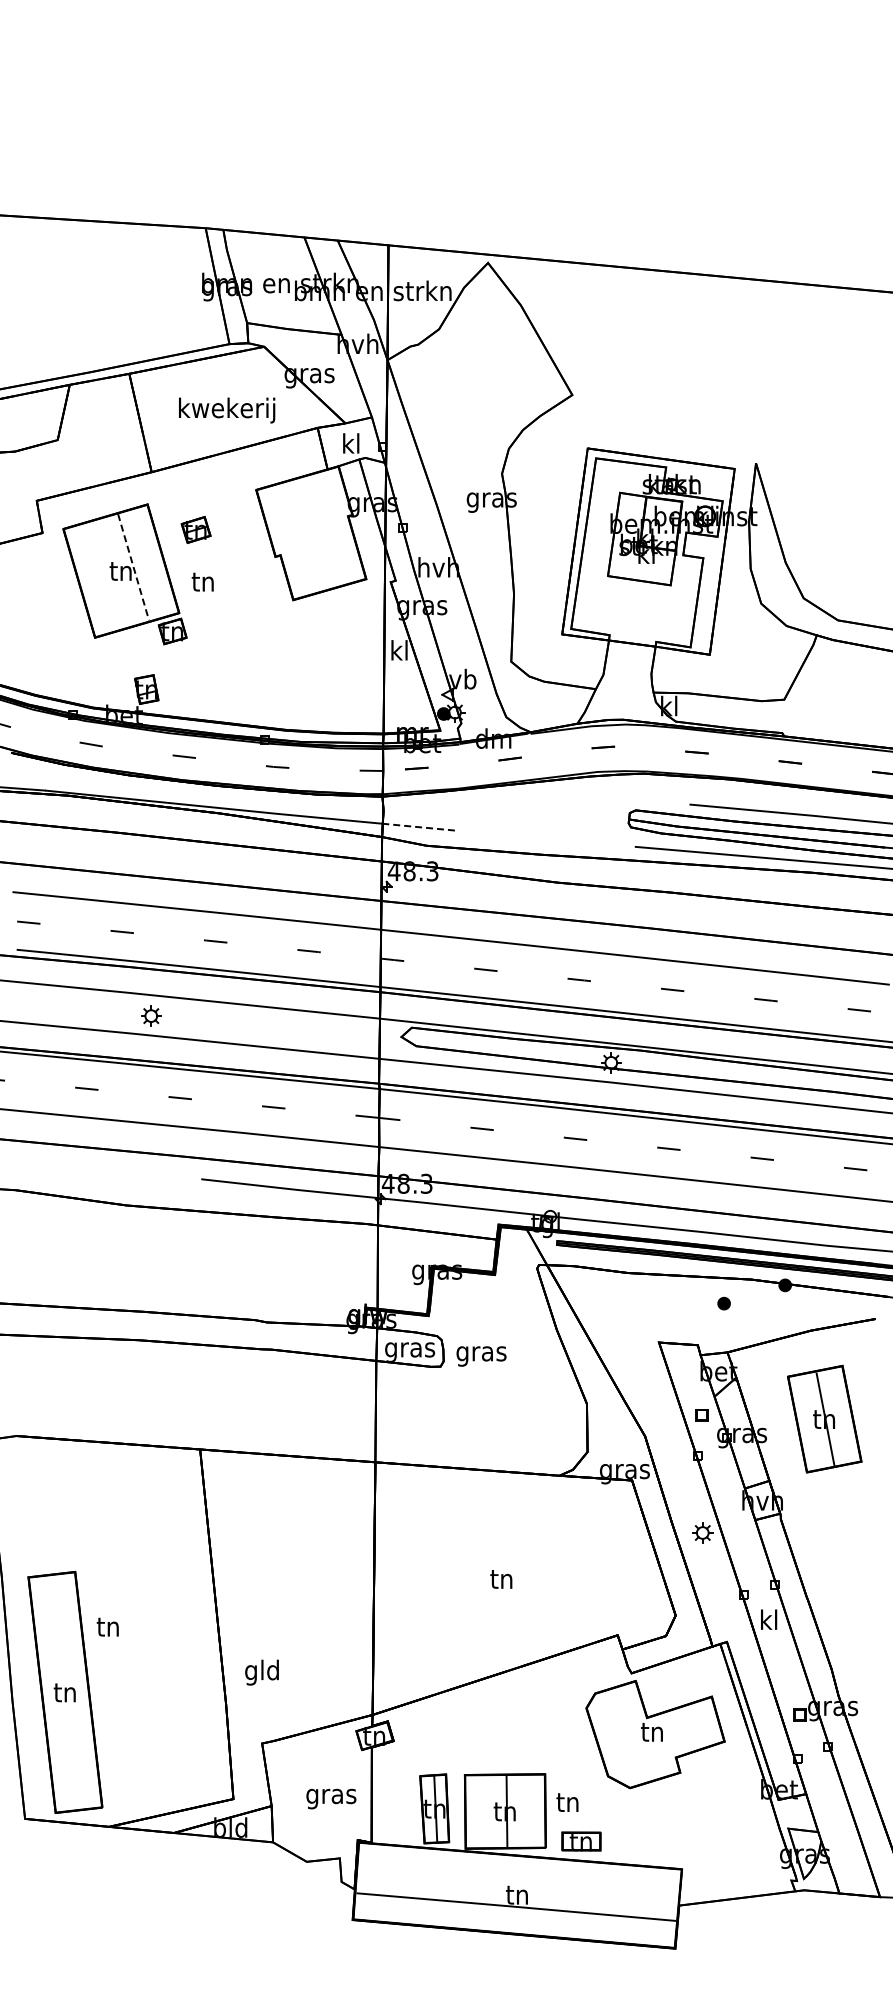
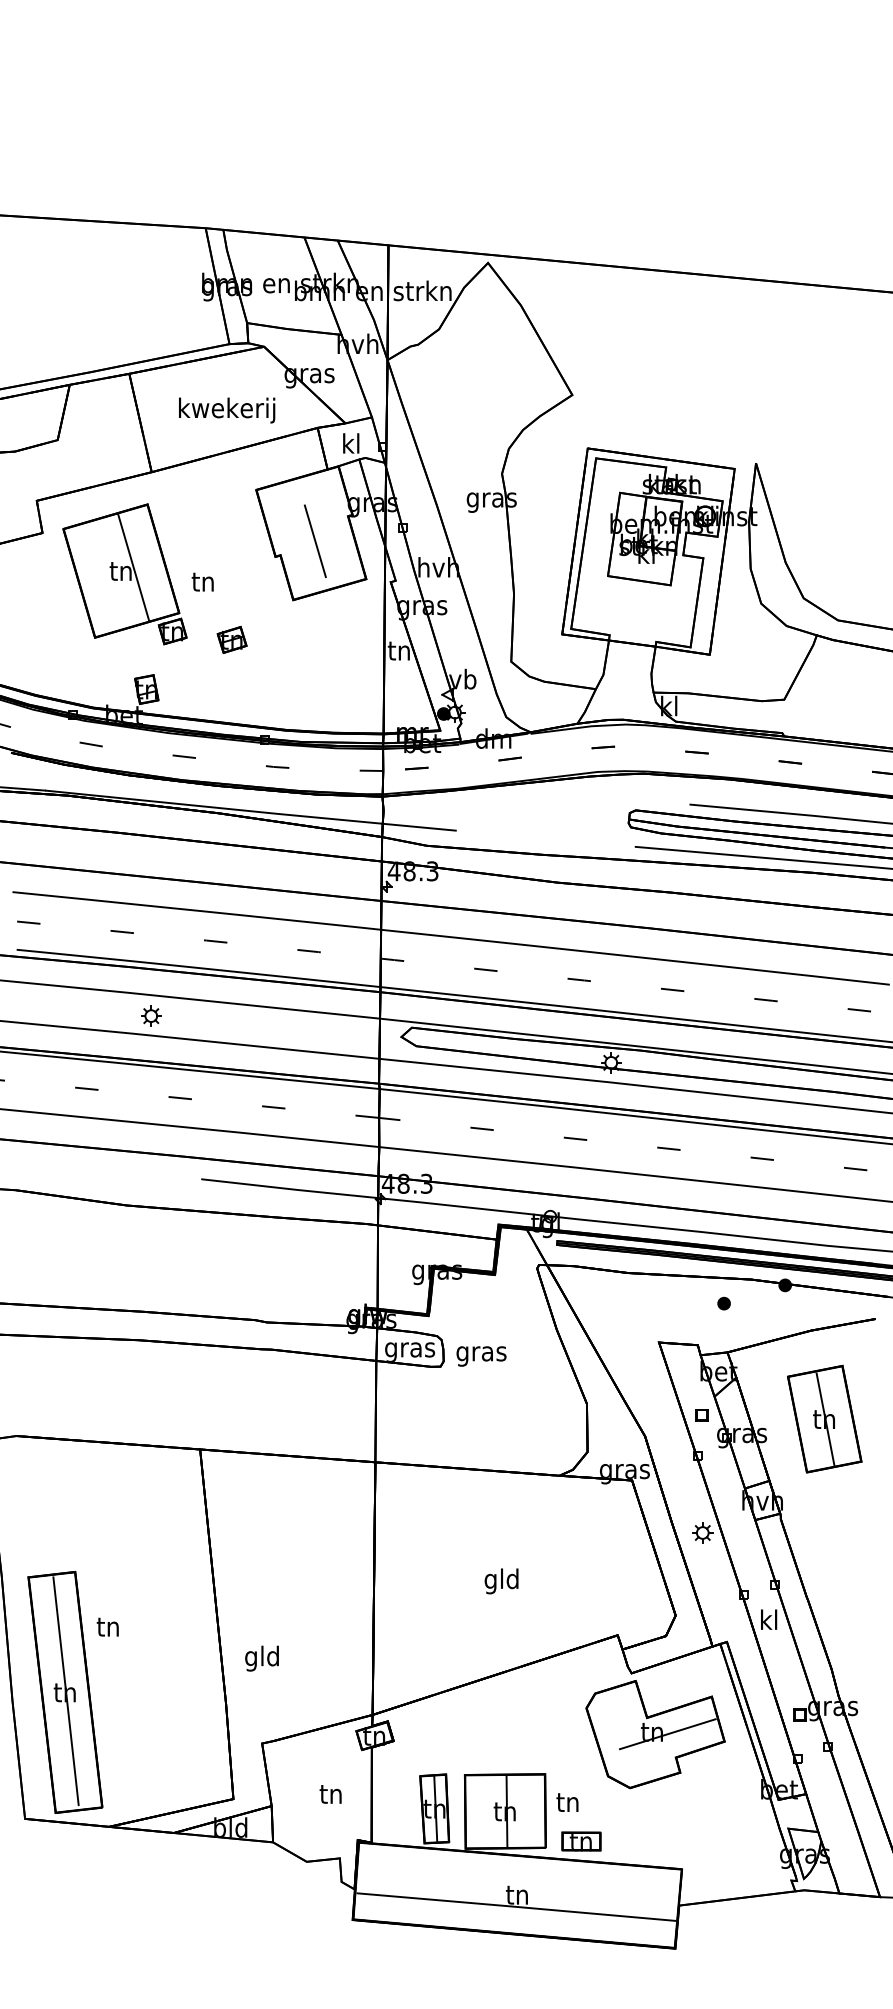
part at (195, 529) position: (195, 529) -> (231, 639)
line at (314, 541): none -> present
line at (133, 567): dashed -> solid
text at (398, 650): kl -> tn
line at (419, 827): dashed -> solid
text at (501, 1581): tn -> gld
text at (261, 1672) position: (261, 1672) -> (261, 1658)
line at (65, 1691): none -> present
line at (667, 1734): none -> present
text at (331, 1797): gras -> tn
